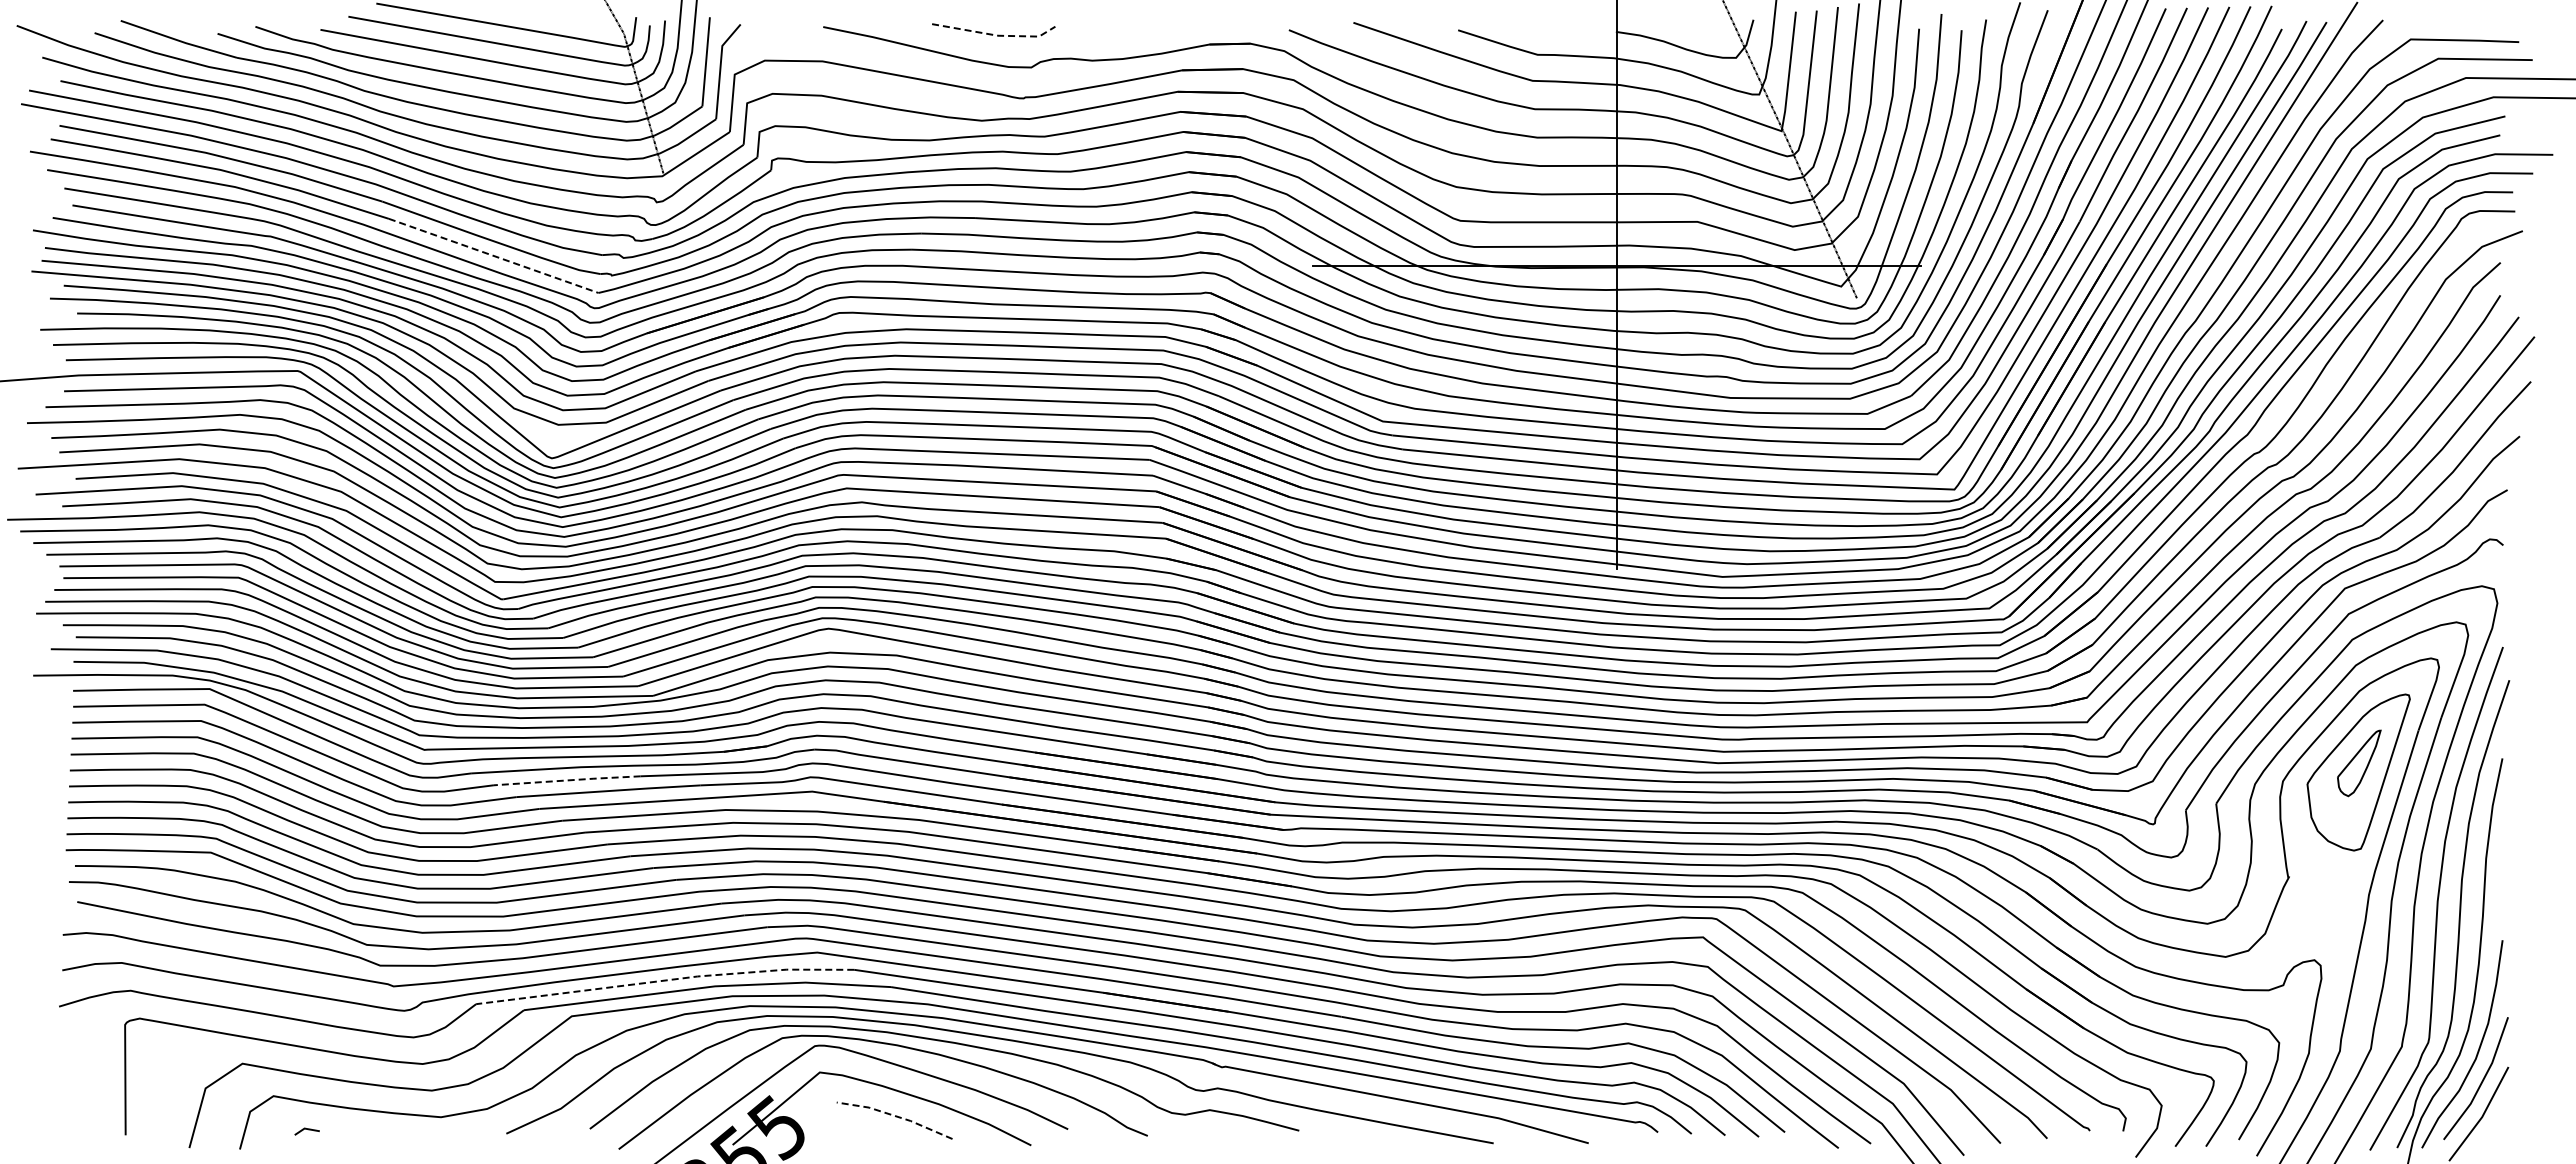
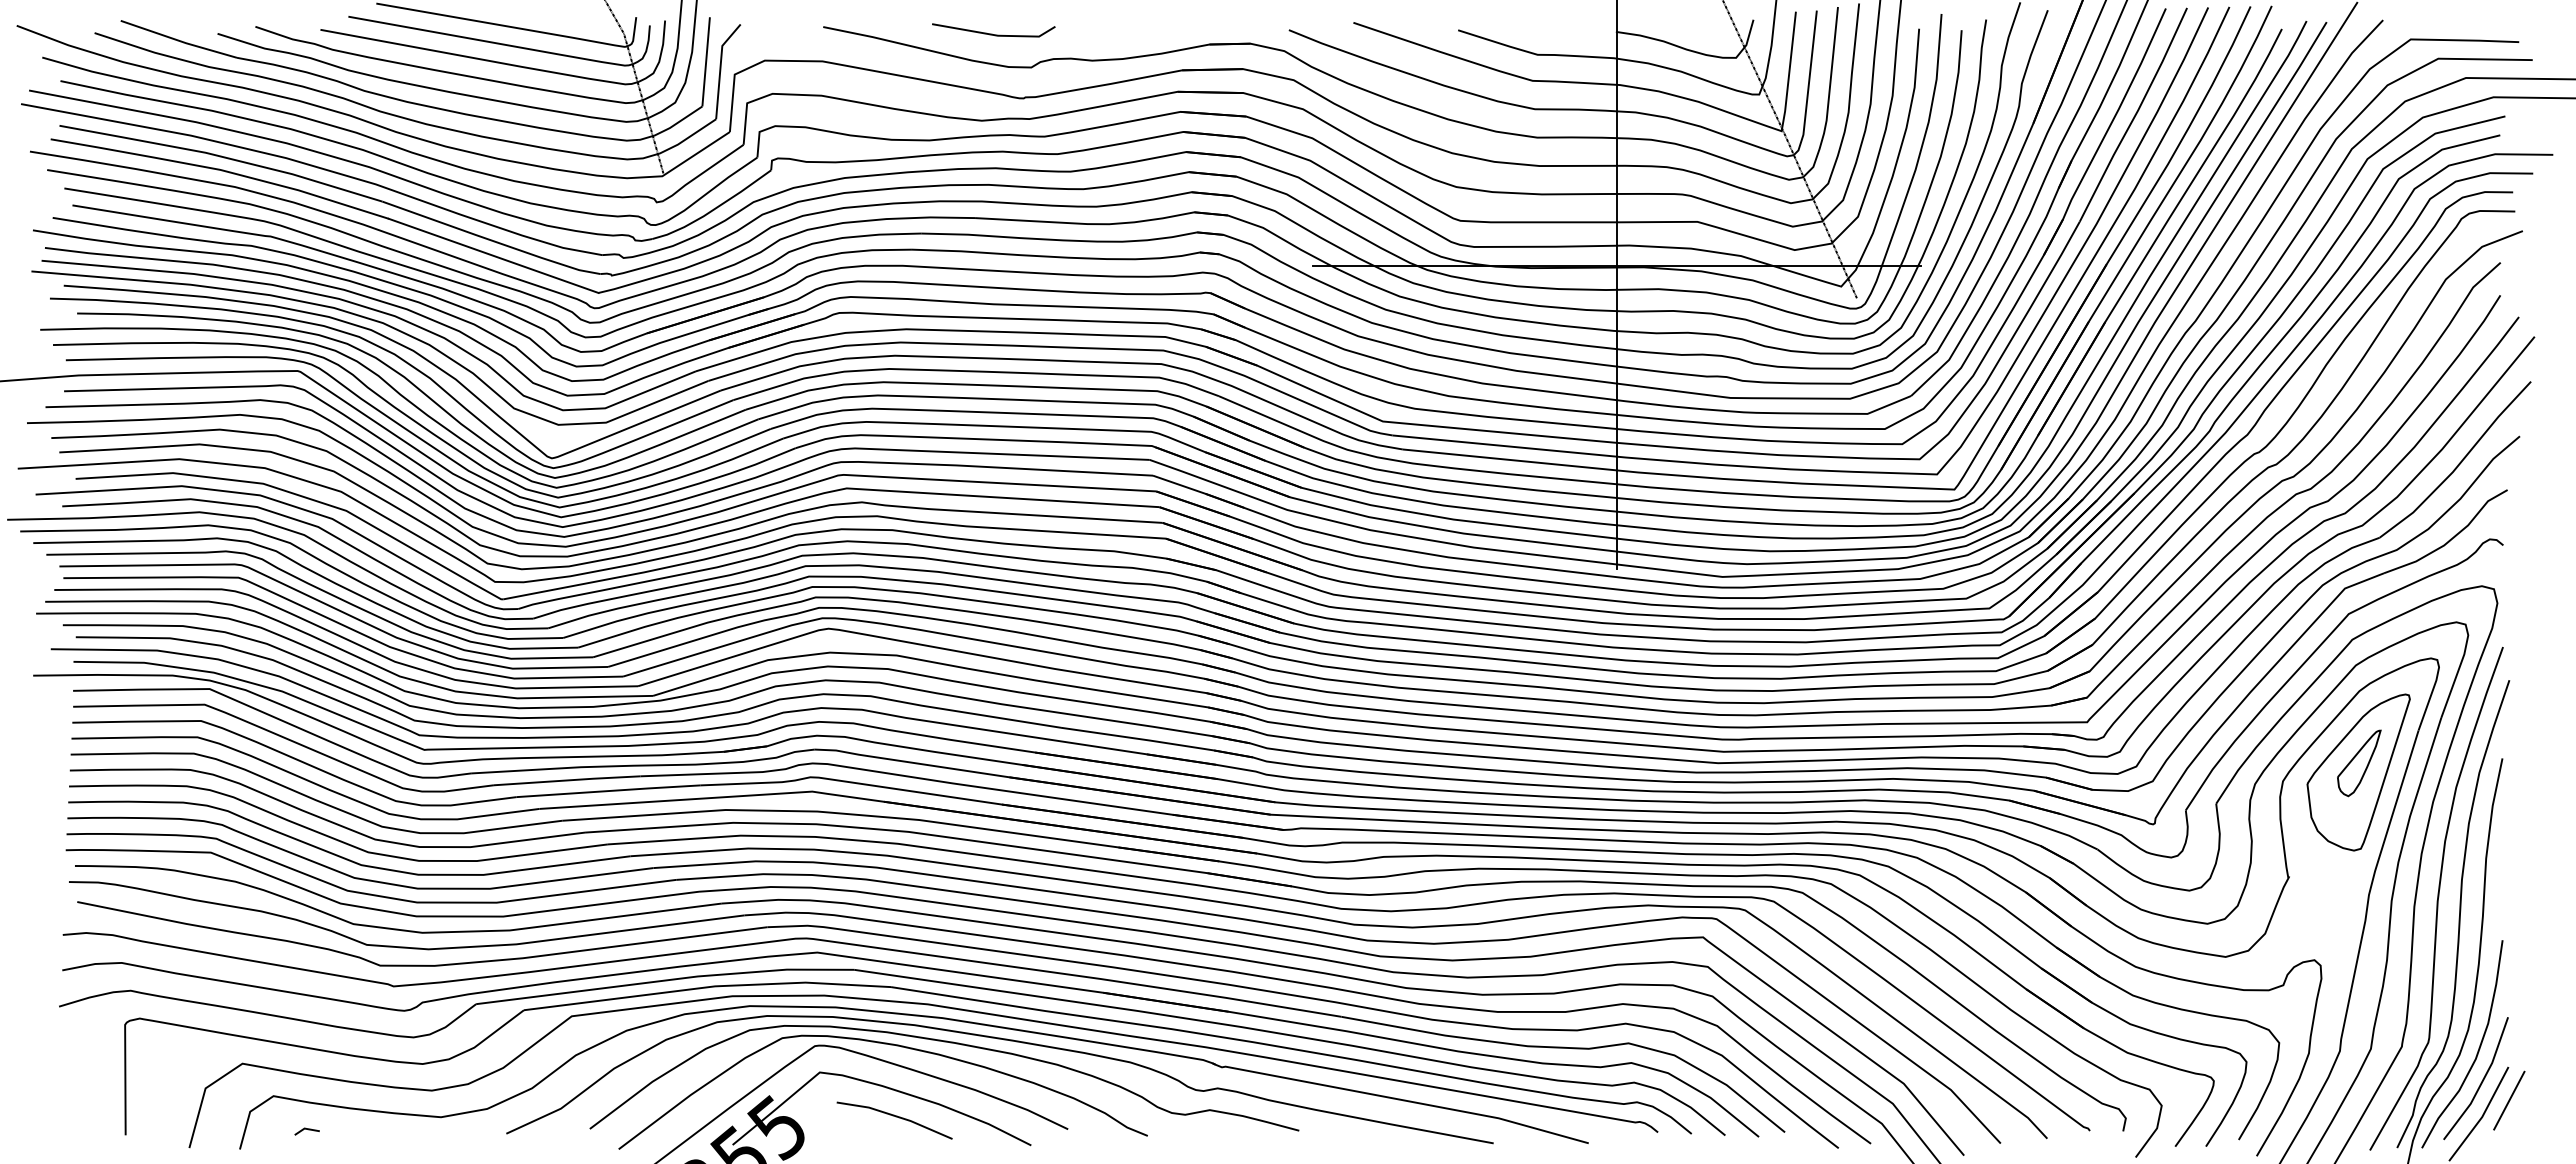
line at (996, 35): dashed -> solid
line at (494, 256): dashed -> solid
line at (567, 780): dashed -> solid
line at (666, 980): dashed -> solid
line at (2509, 1100): none -> present
line at (895, 1116): dashed -> solid
